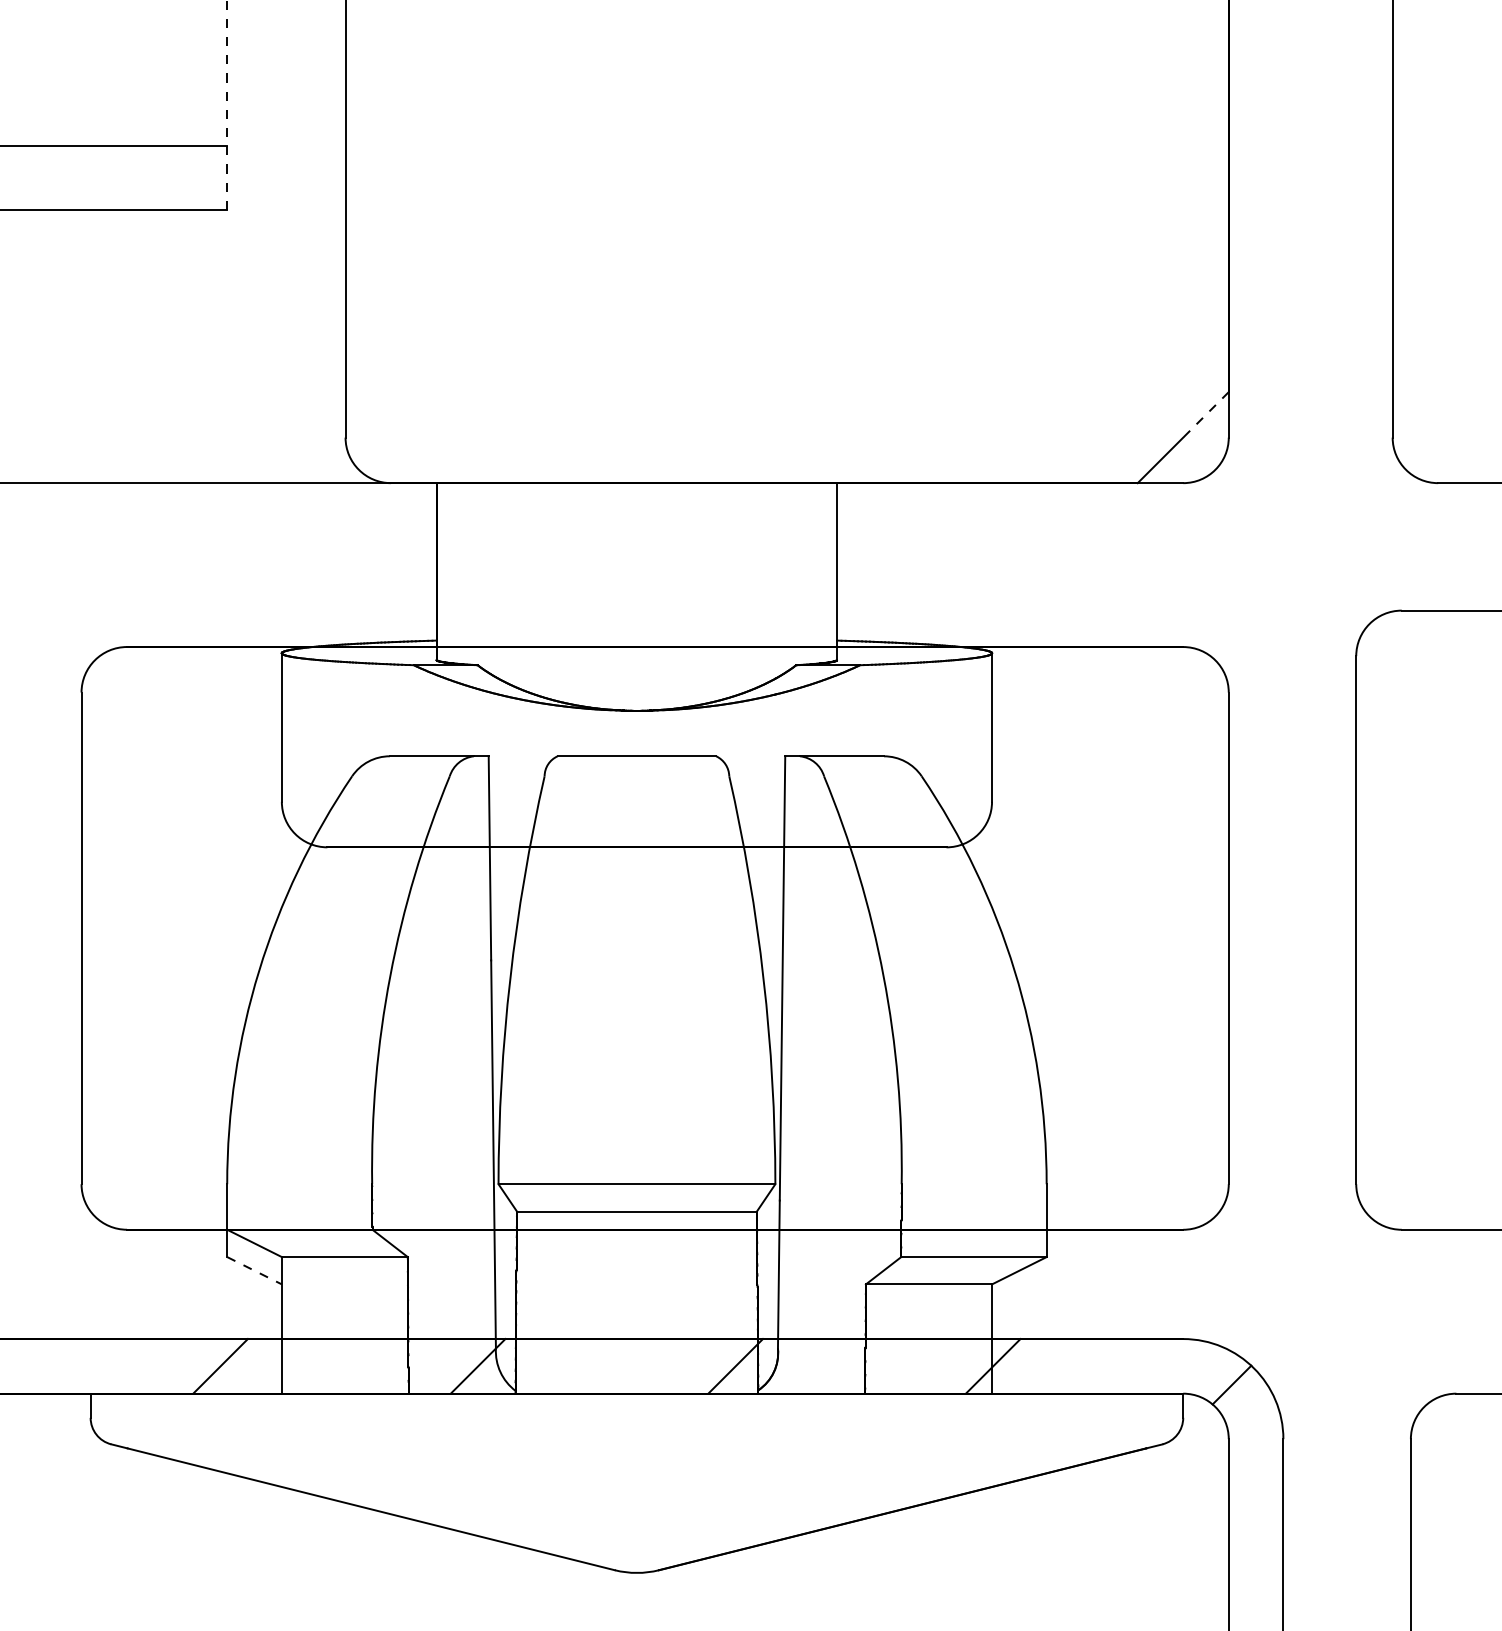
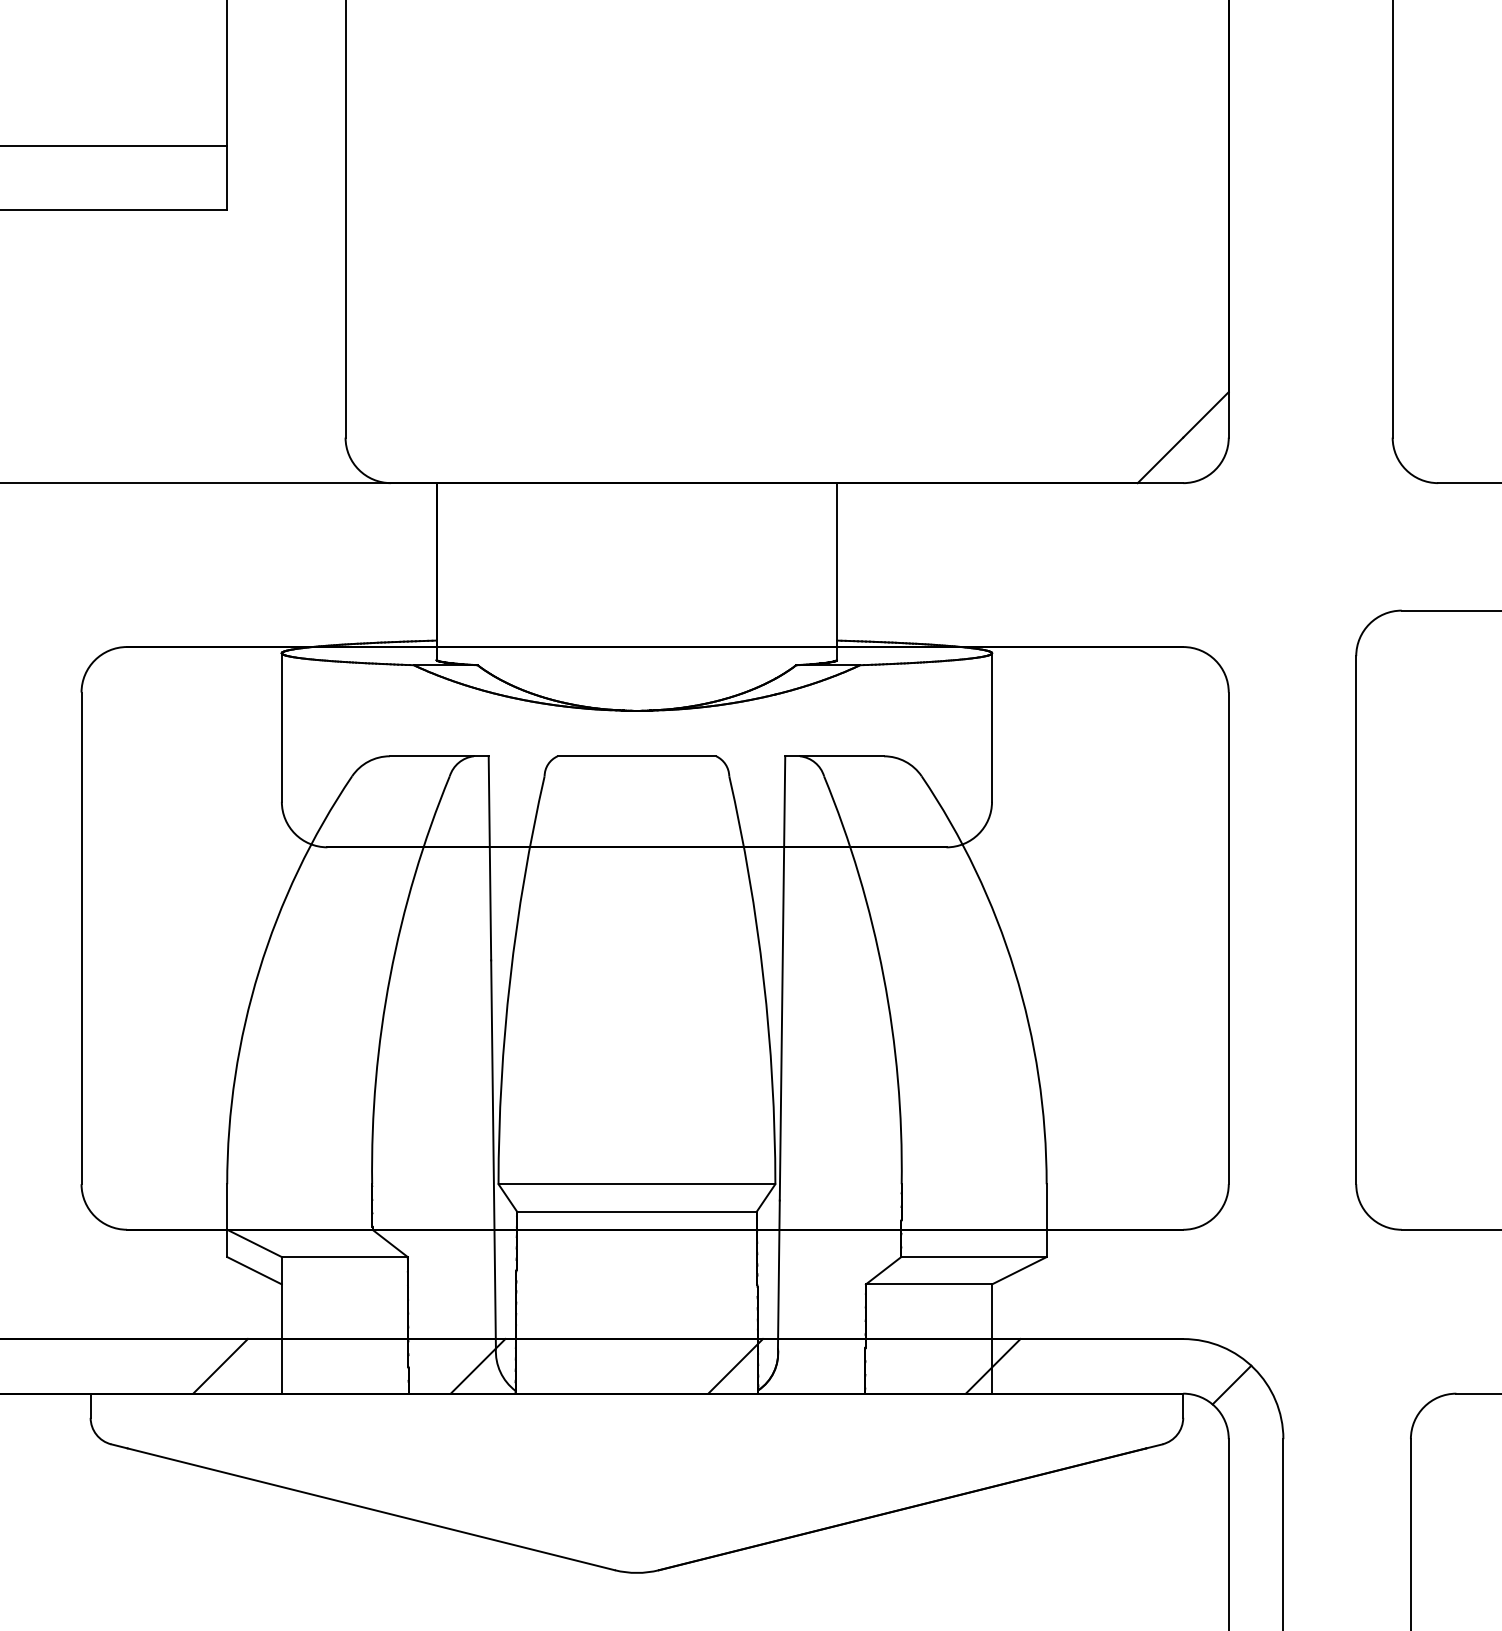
line at (227, 105): dashed -> solid
line at (1205, 415): dashed -> solid
line at (254, 1270): dashed -> solid
